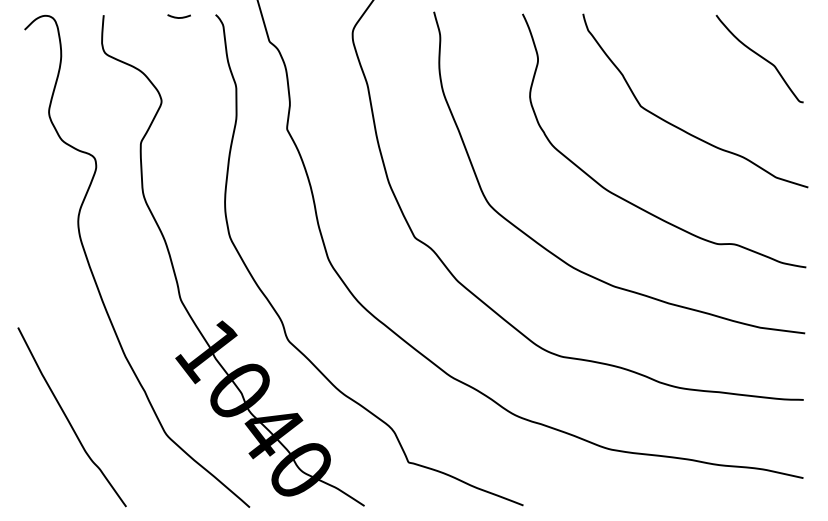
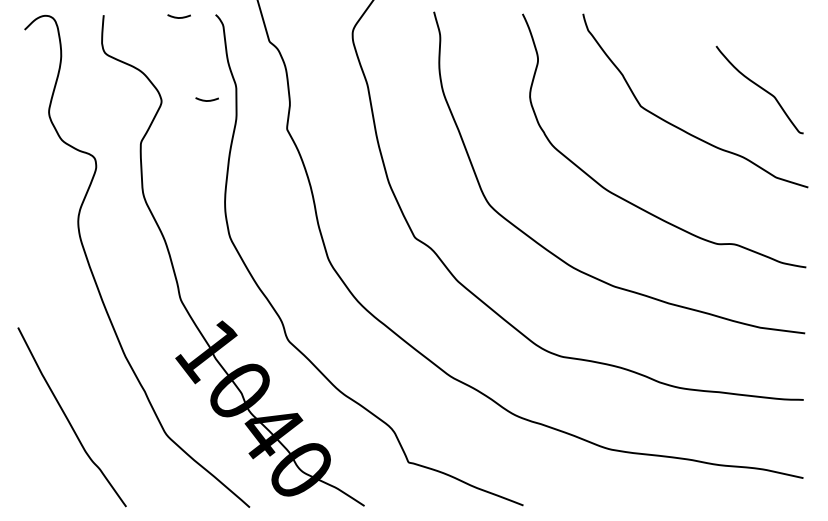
curve at (760, 57) position: (760, 57) -> (760, 88)
curve at (206, 100): none -> present
